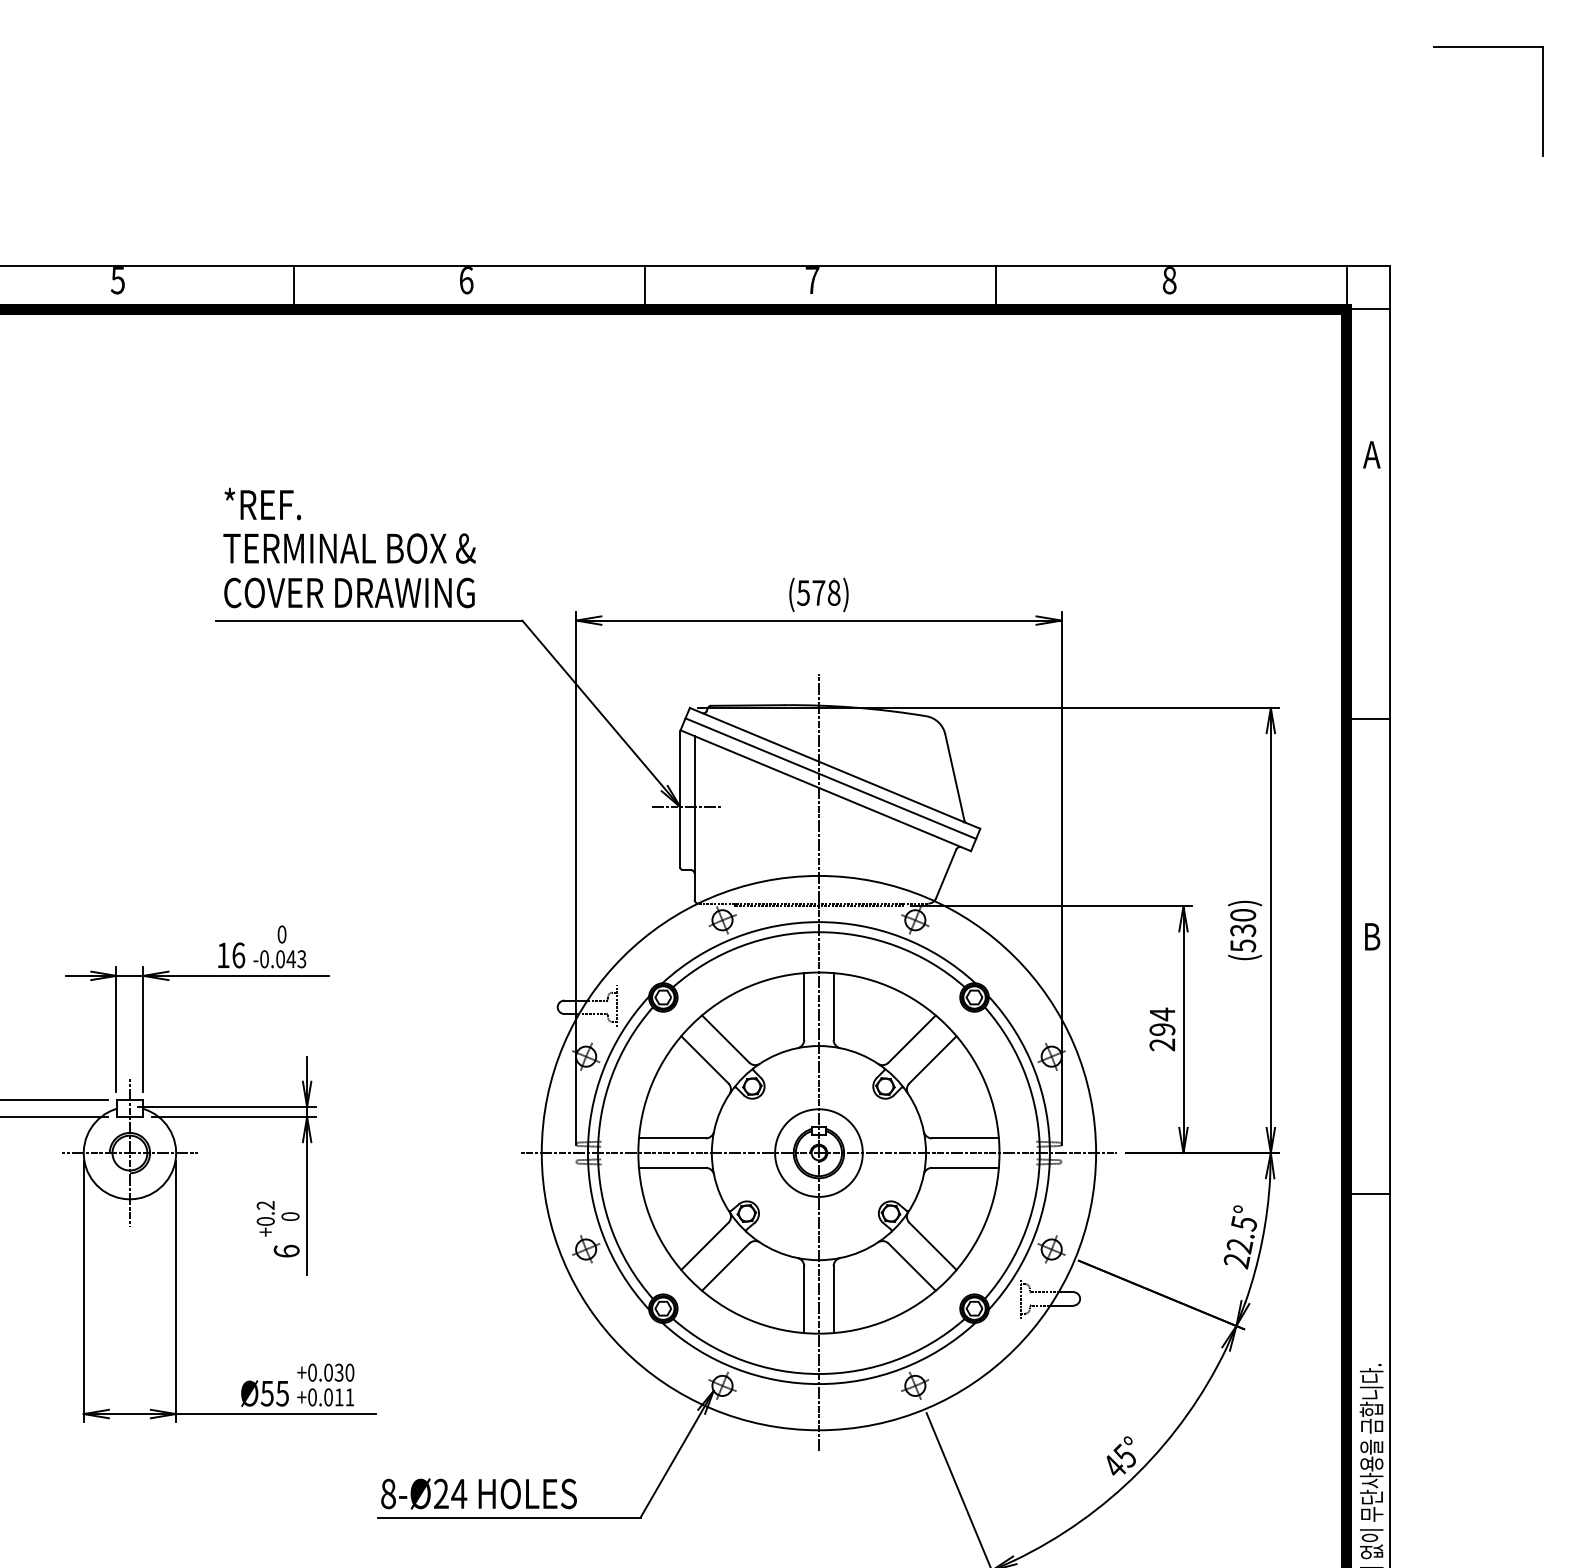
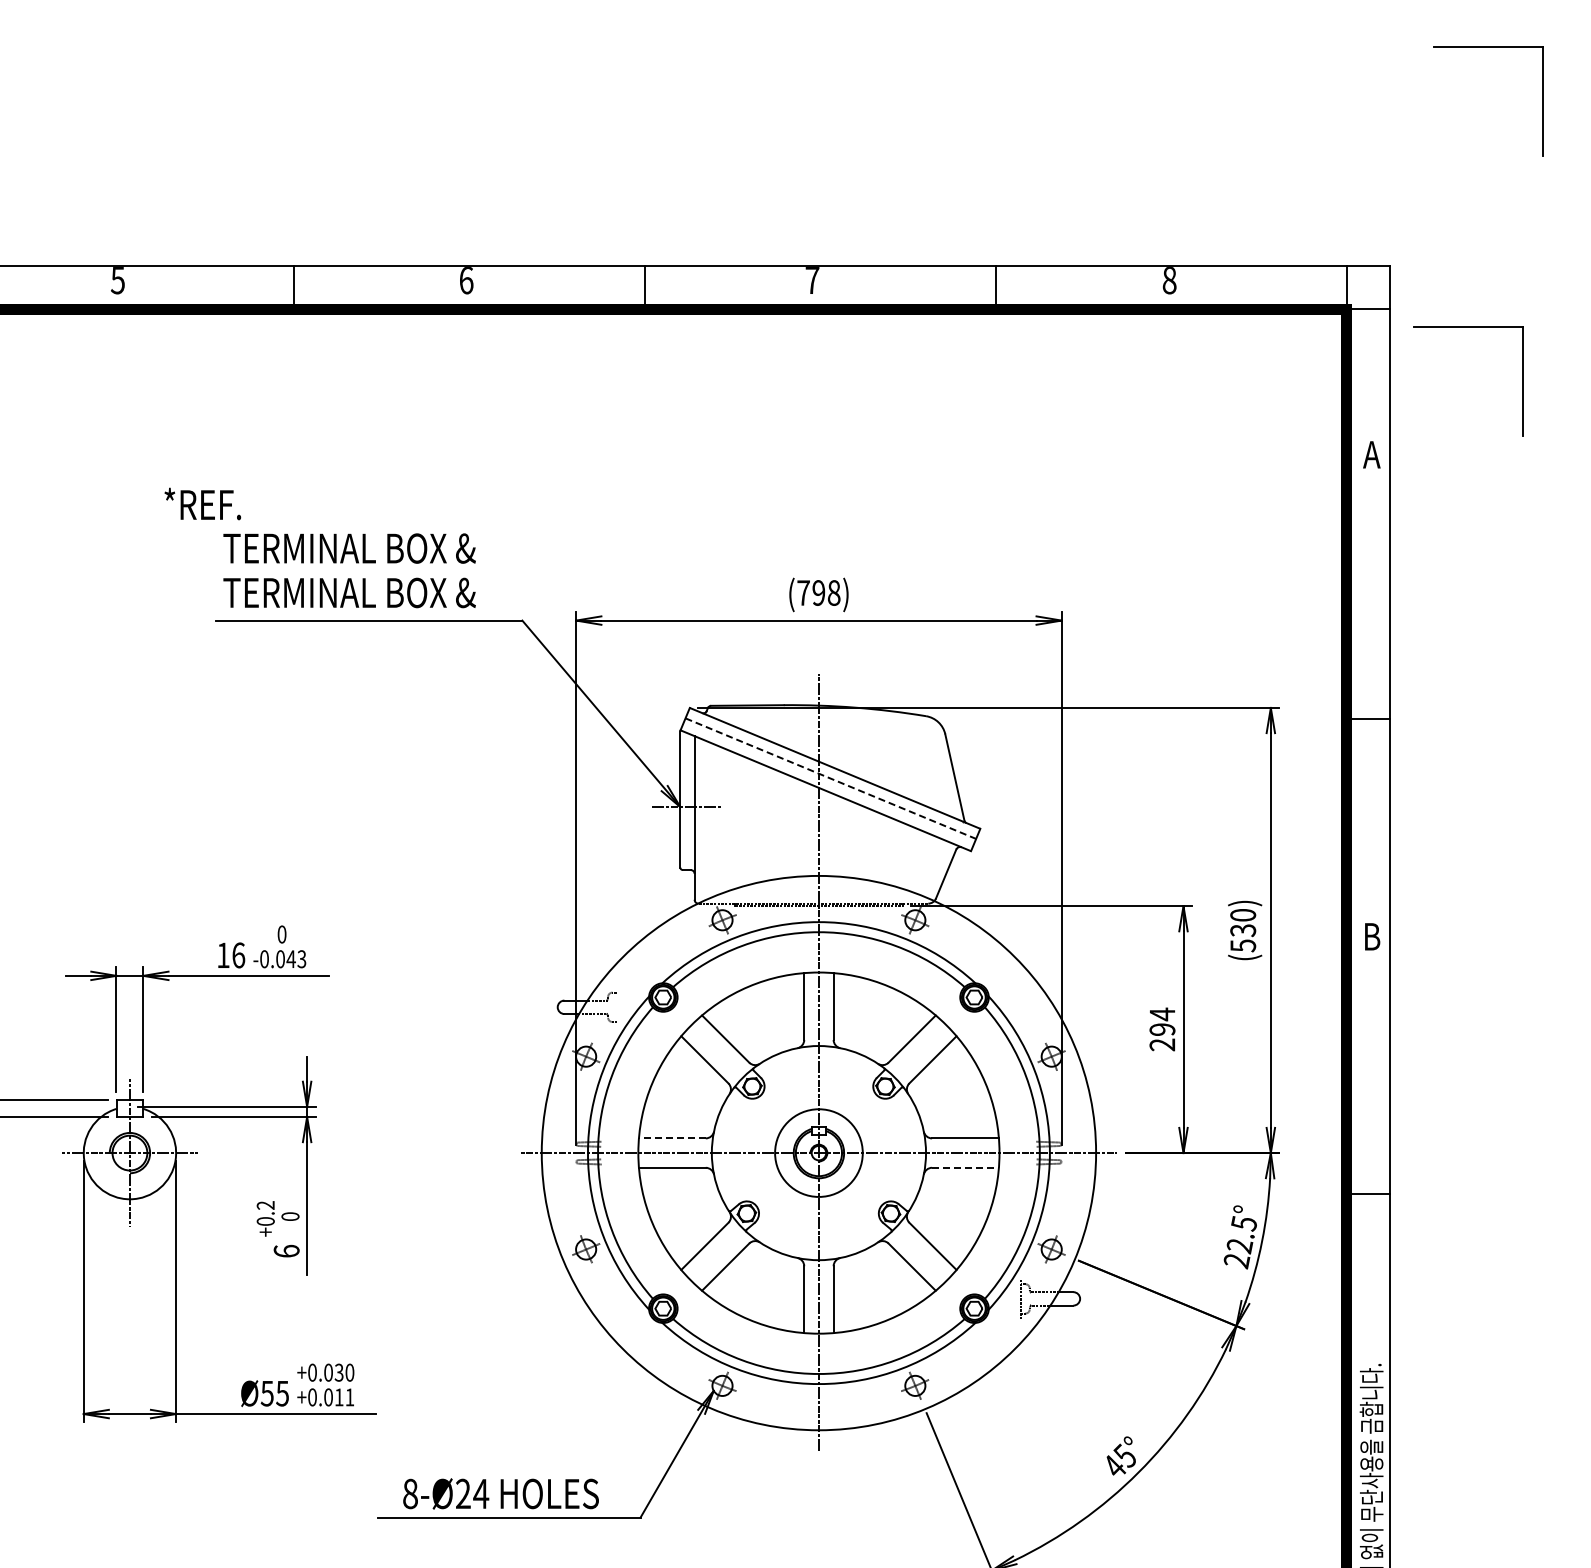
part at (1468, 327): none -> present
text at (262, 503) position: (262, 503) -> (202, 503)
text at (349, 592): COVER DRAWING -> TERMINAL BOX &
text at (811, 592): (578) -> (798)
line at (831, 778): solid -> dashed
line at (617, 1005): present -> none
line at (671, 1138): solid -> dashed
line at (966, 1167): solid -> dashed
text at (478, 1493) position: (478, 1493) -> (500, 1493)
